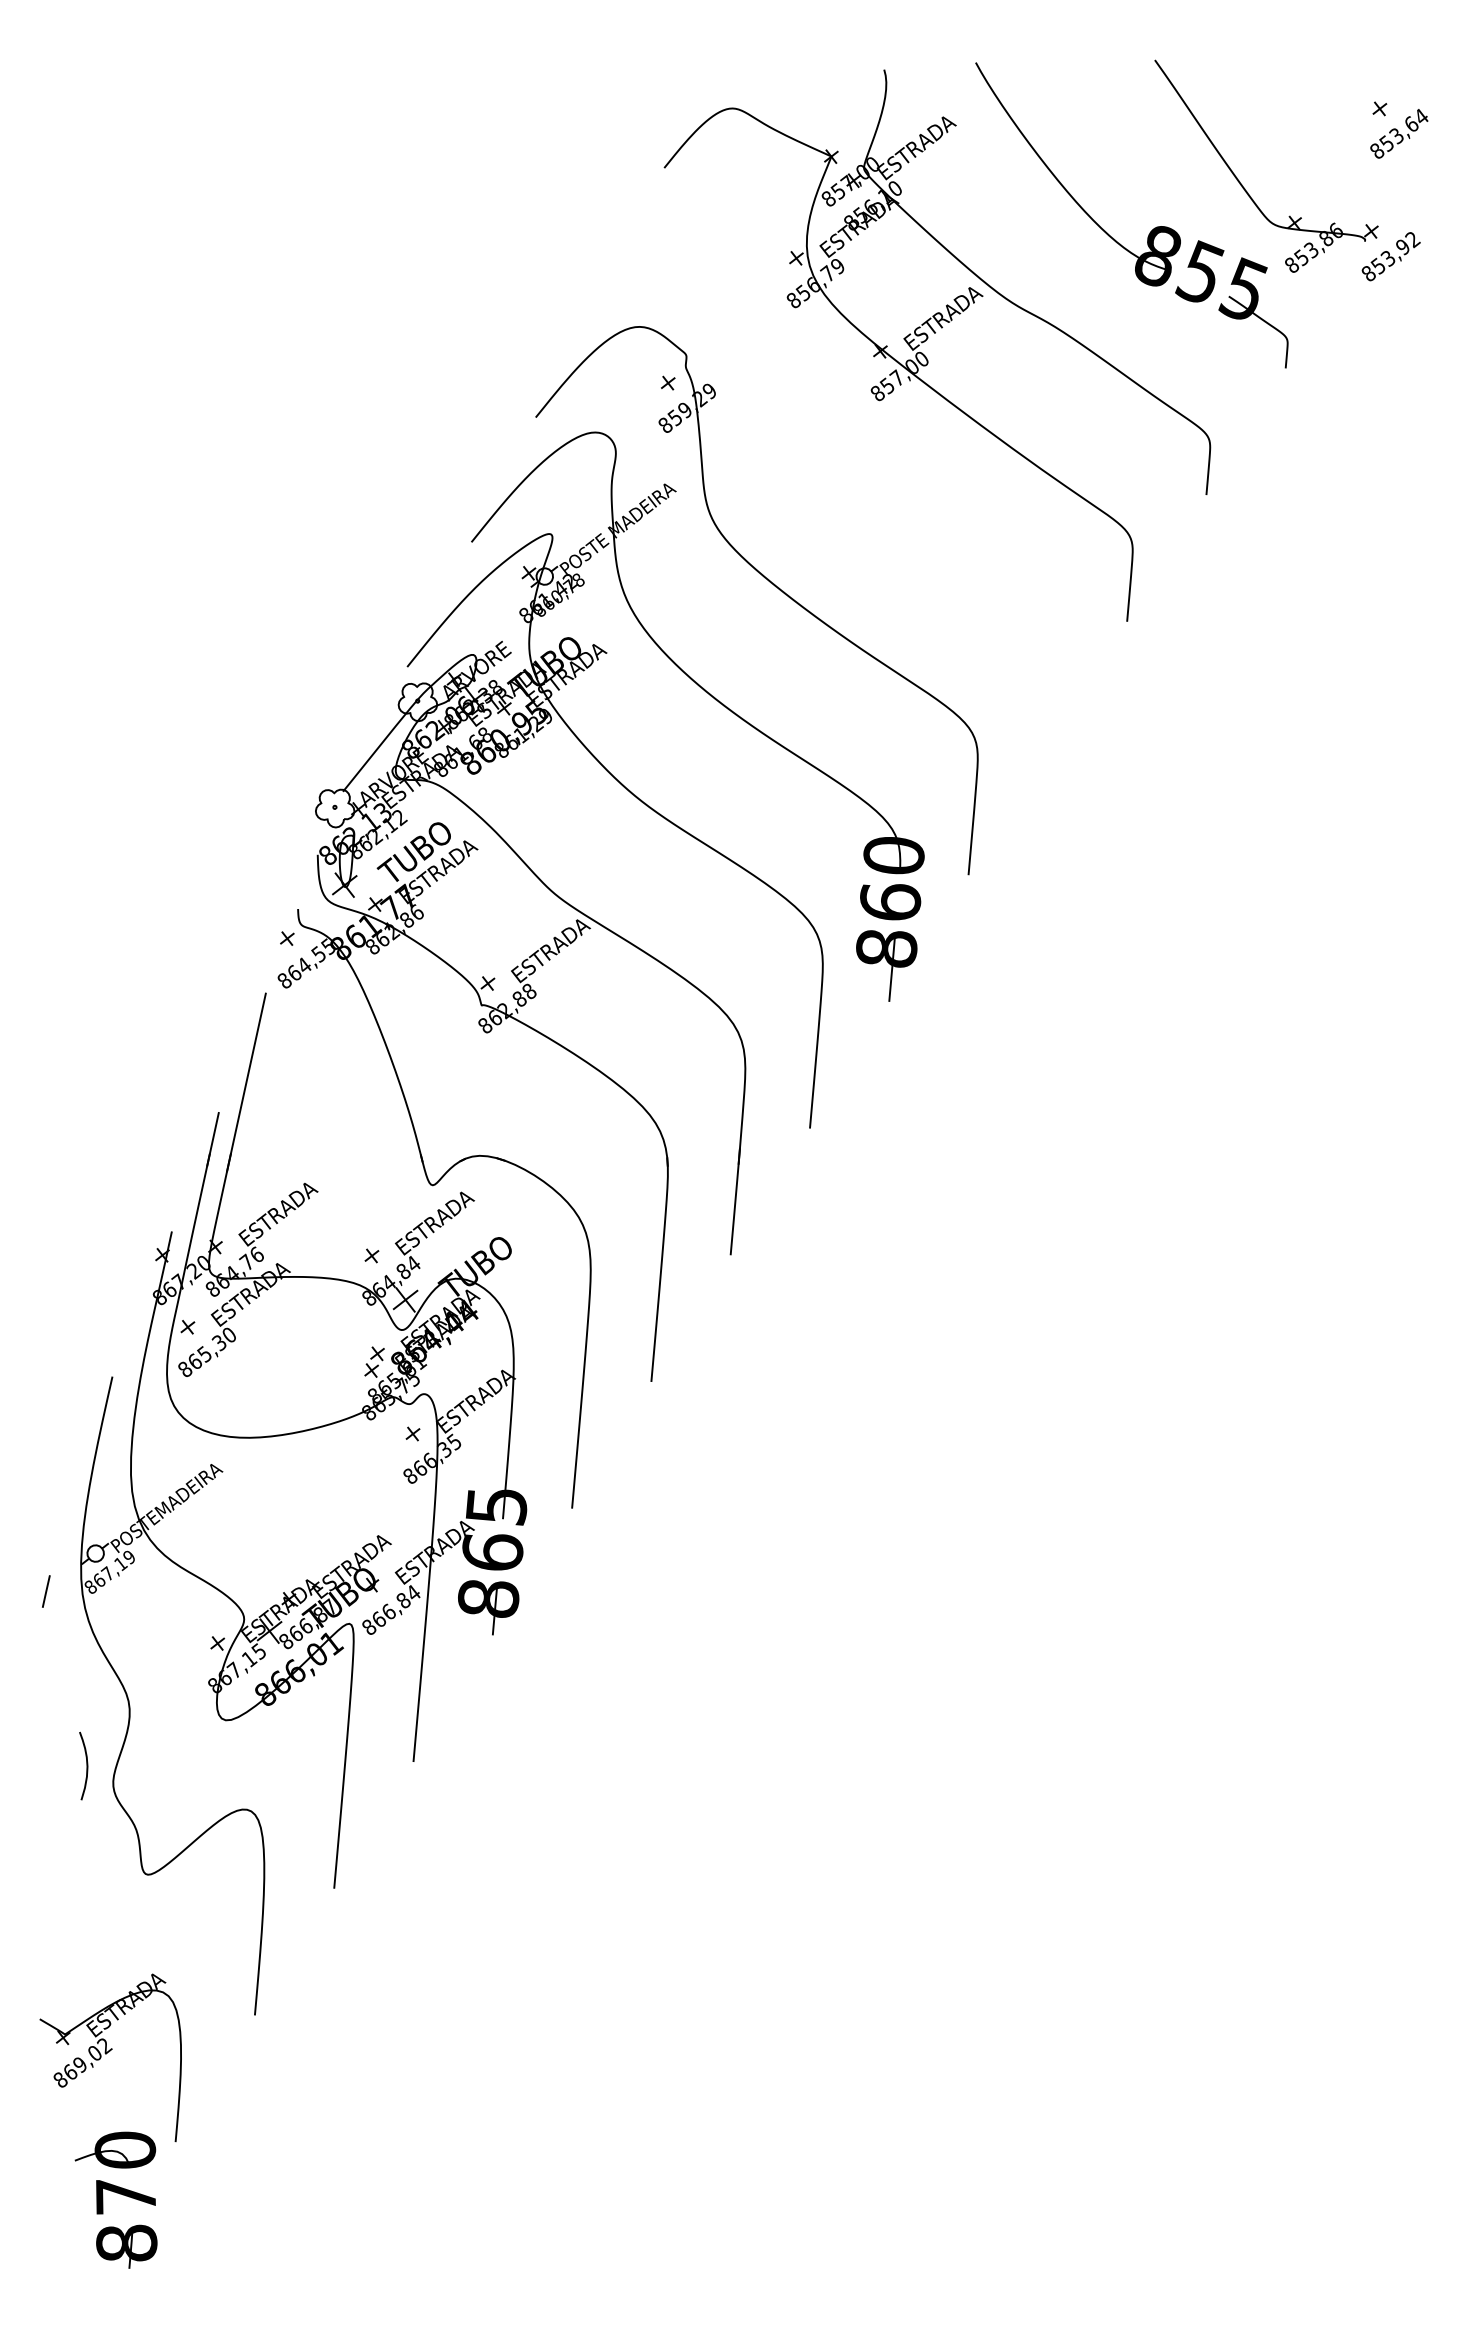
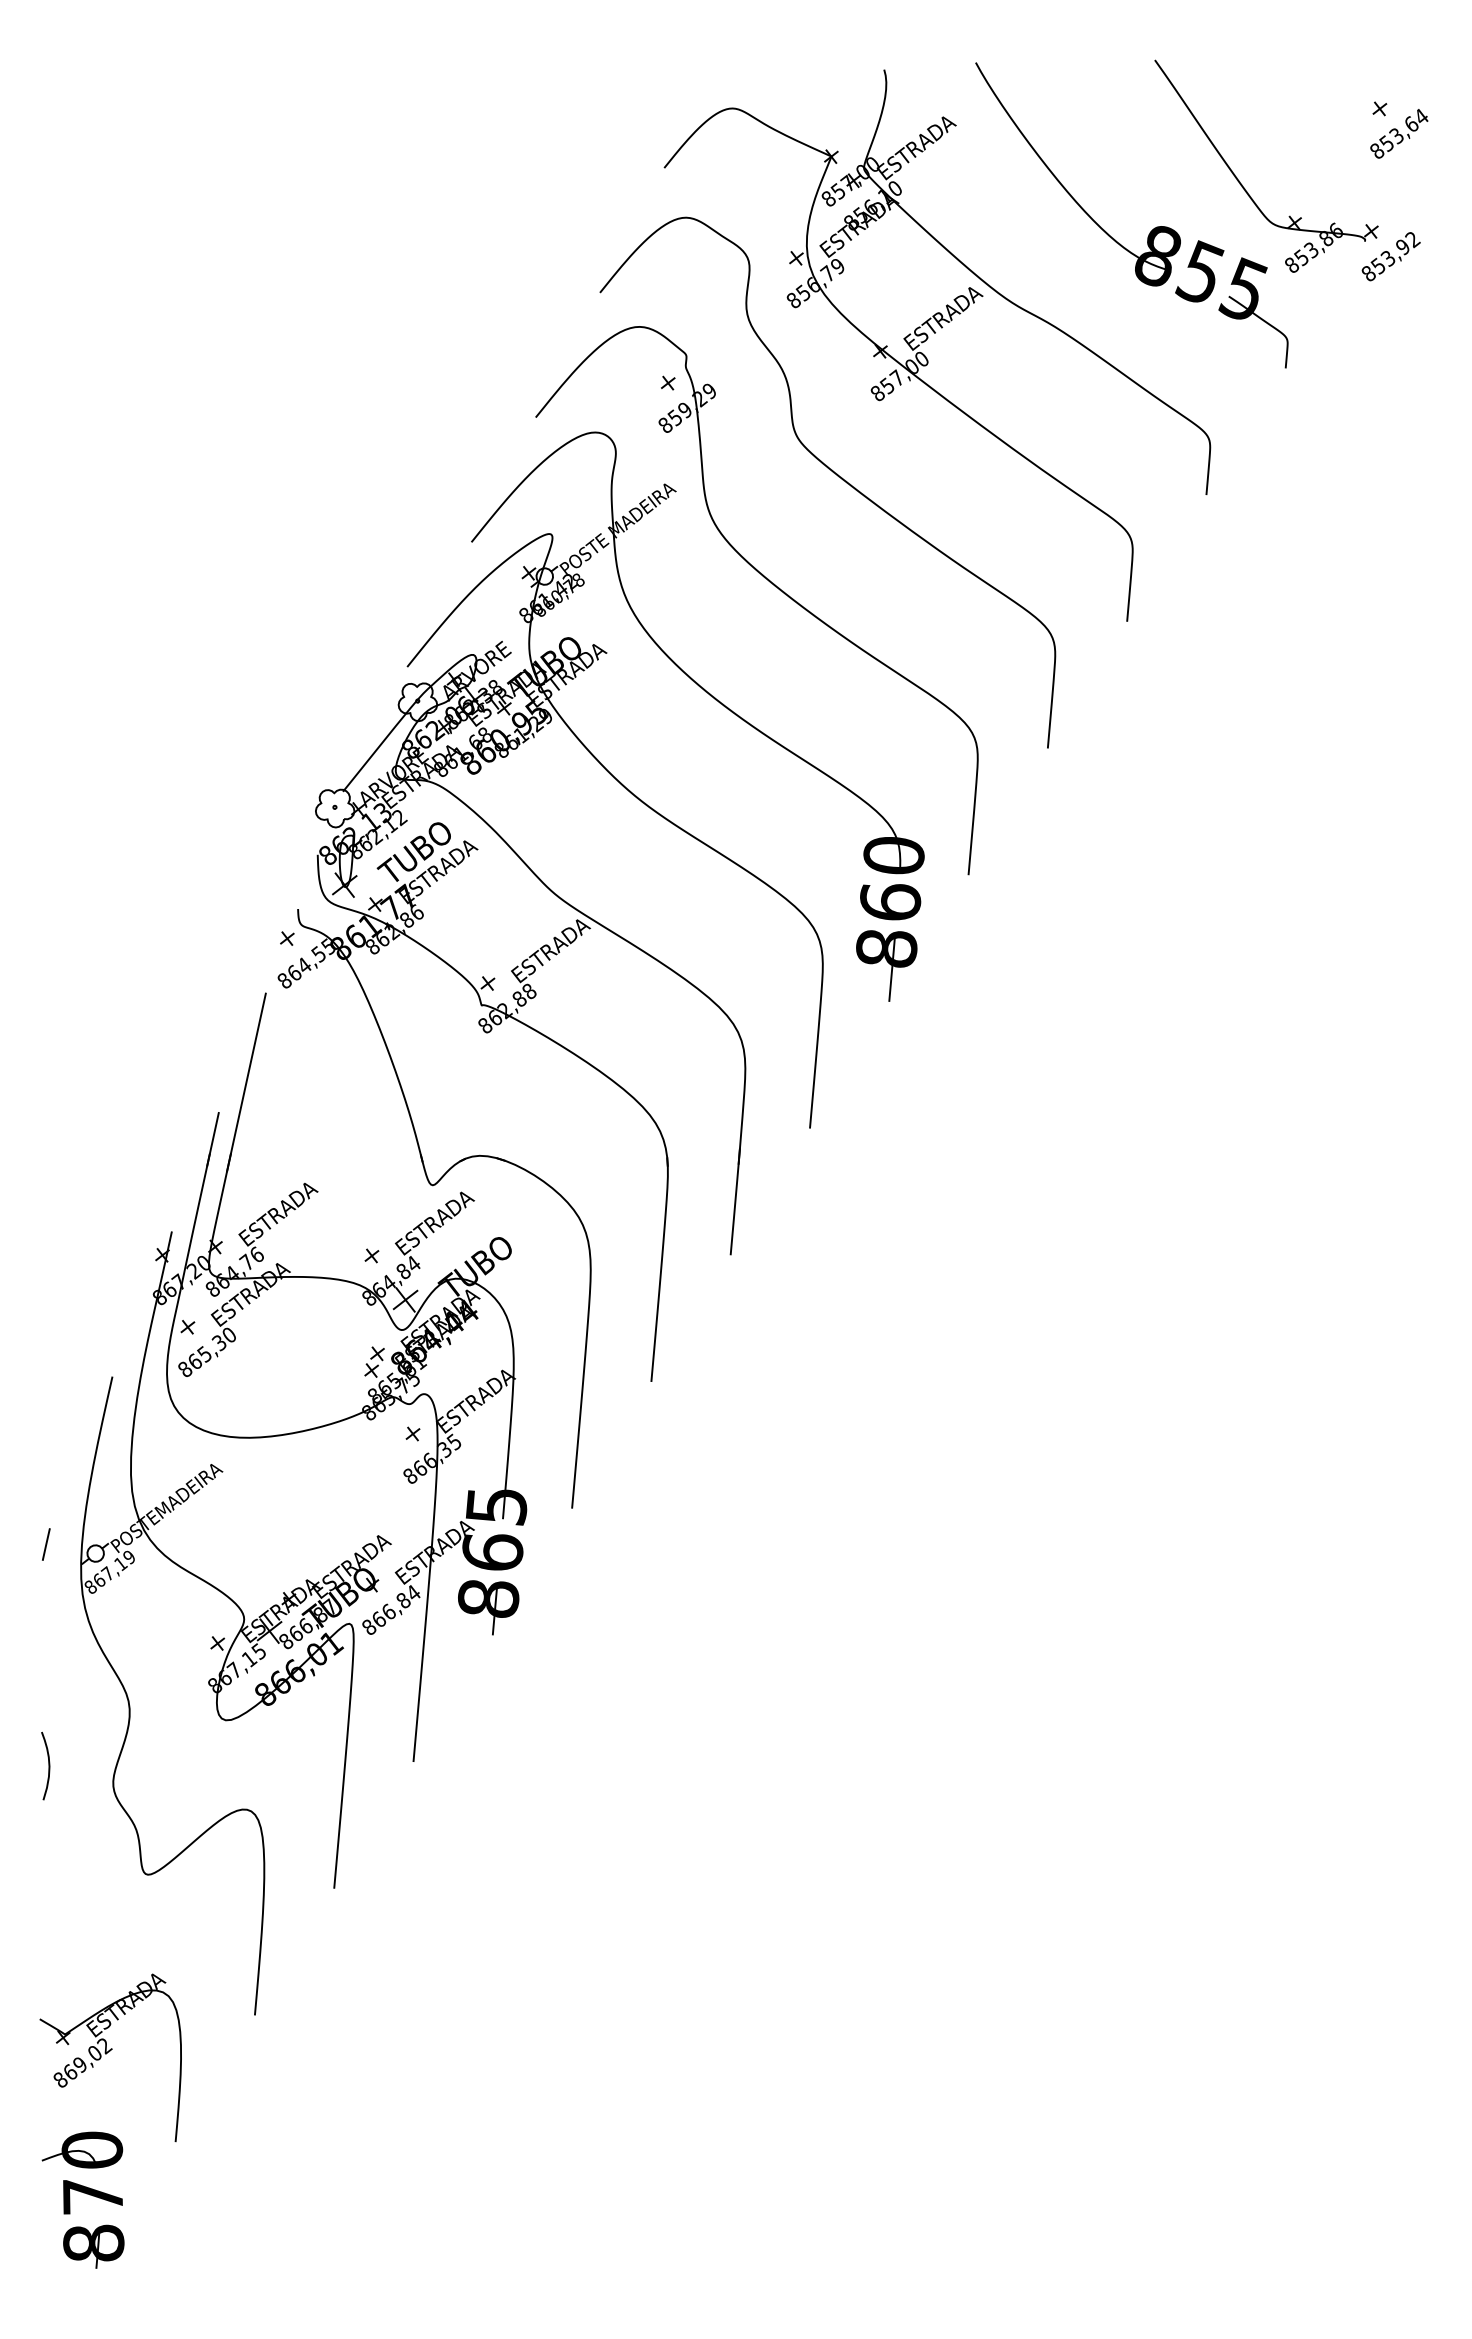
curve at (833, 473): none -> present
line at (46, 1591) position: (46, 1591) -> (46, 1544)
curve at (86, 1765) position: (86, 1765) -> (48, 1765)
part at (116, 2193) position: (116, 2193) -> (83, 2193)
